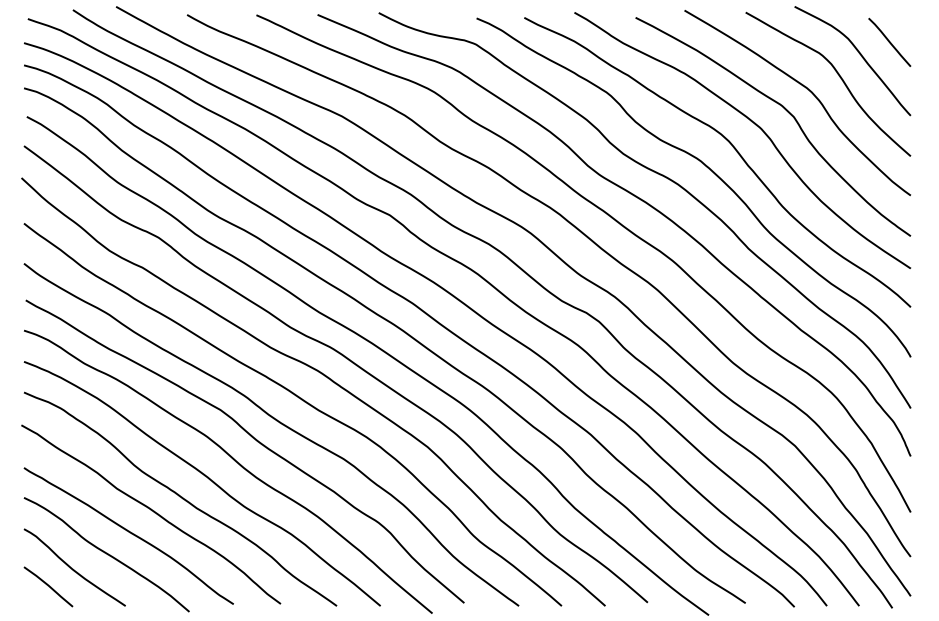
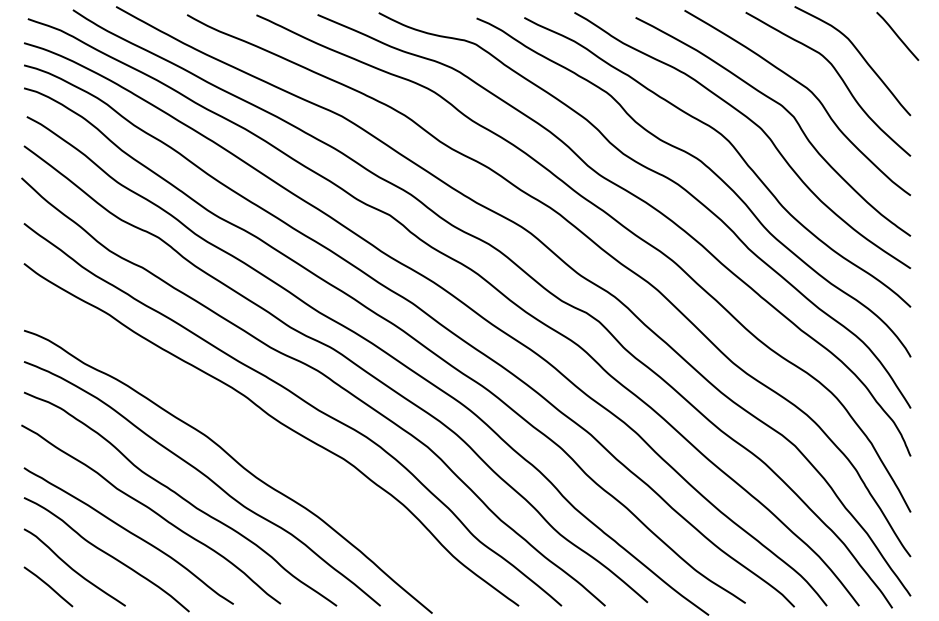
line at (889, 41) position: (889, 41) -> (897, 35)
curve at (252, 438): present -> none
